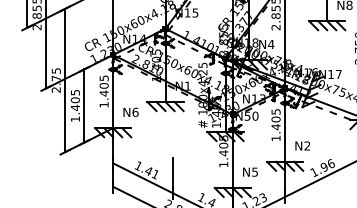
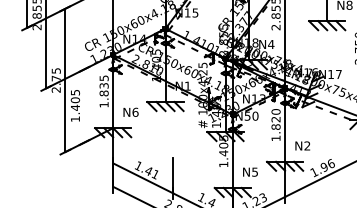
text at (103, 89): 1.405 -> 1.835
line at (84, 105): present -> none
text at (275, 119): 1.405 -> 1.820
